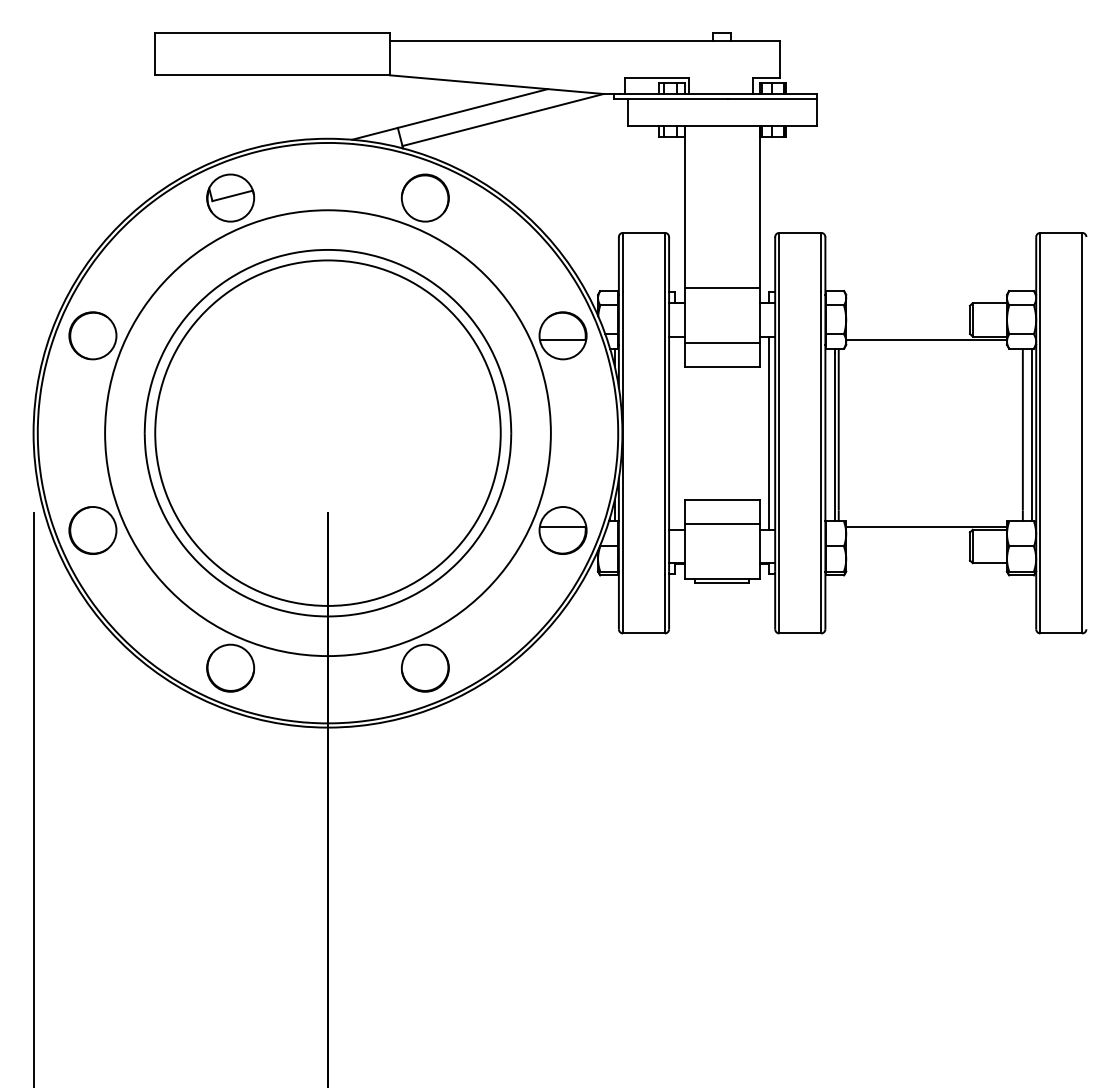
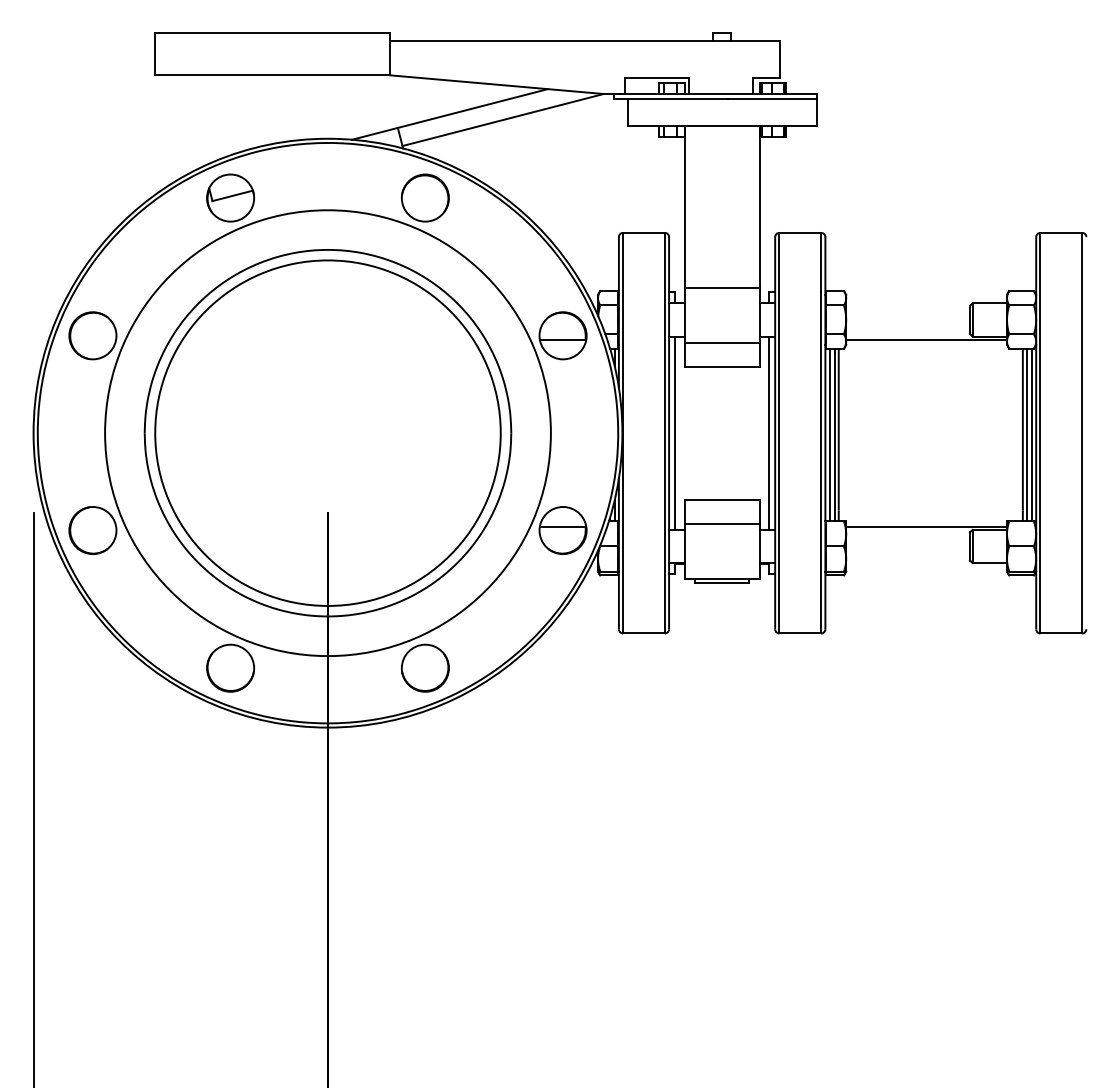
line at (675, 432): none -> present
line at (829, 434): none -> present
line at (1027, 434): none -> present
